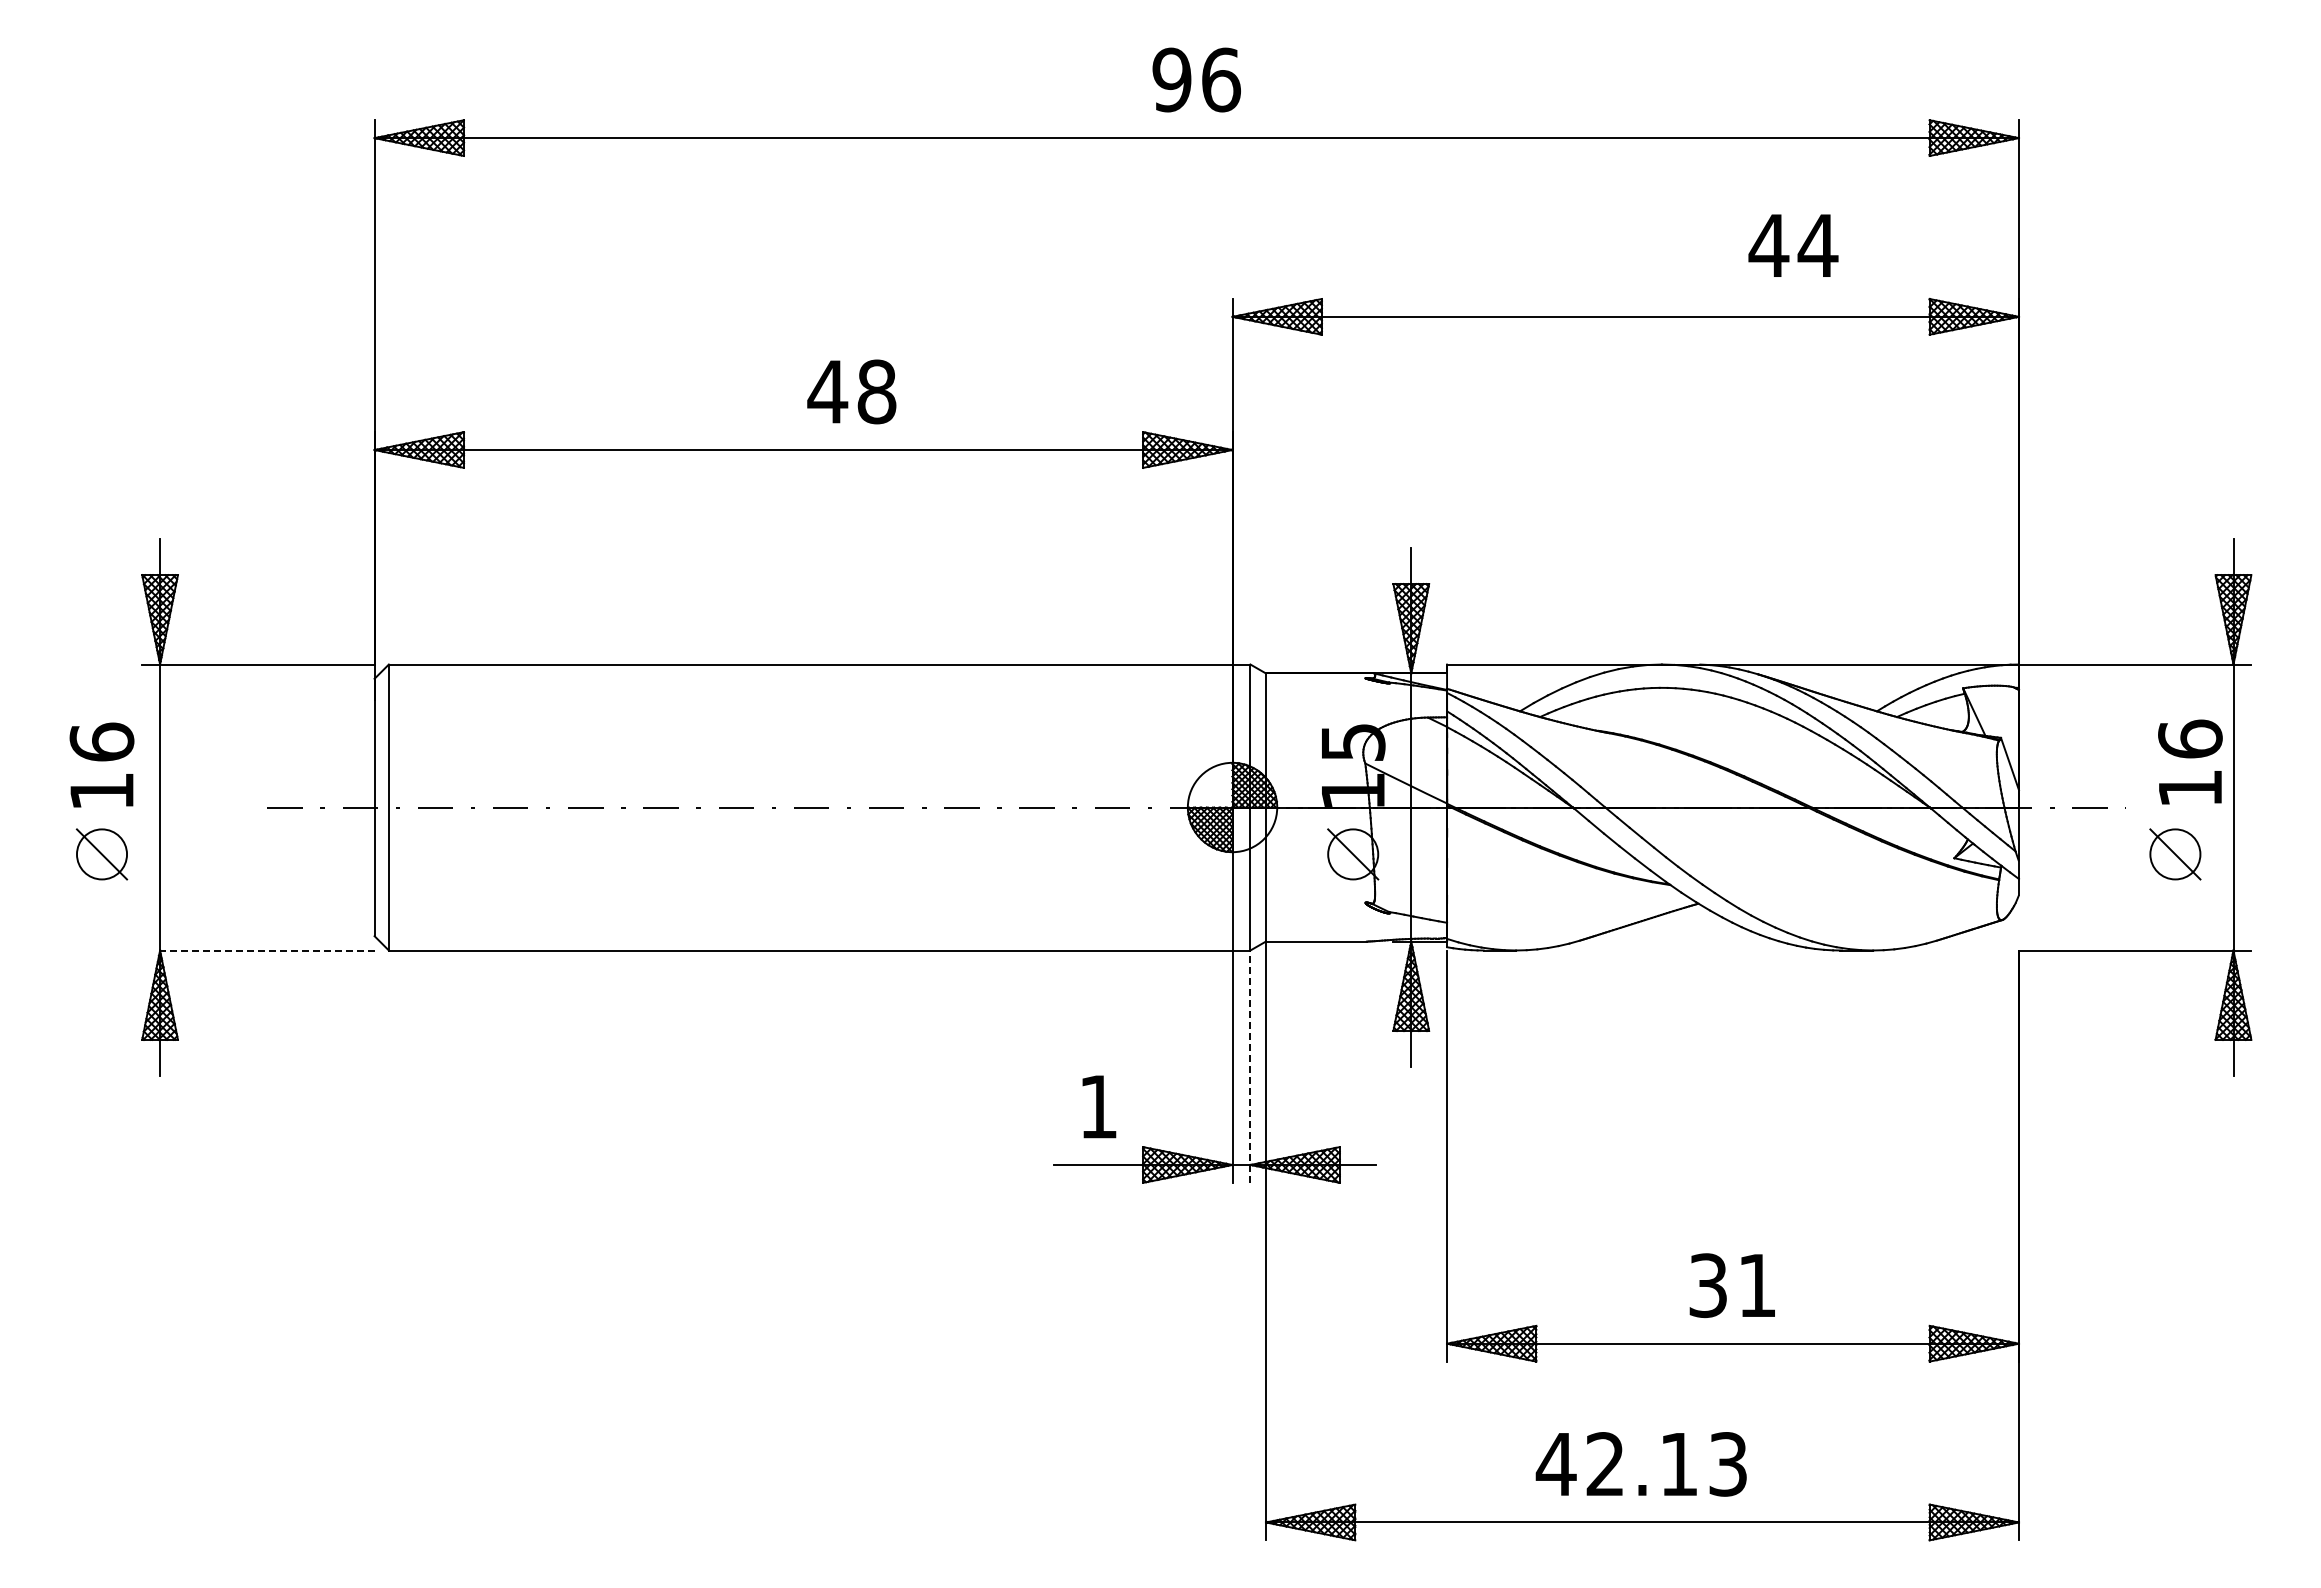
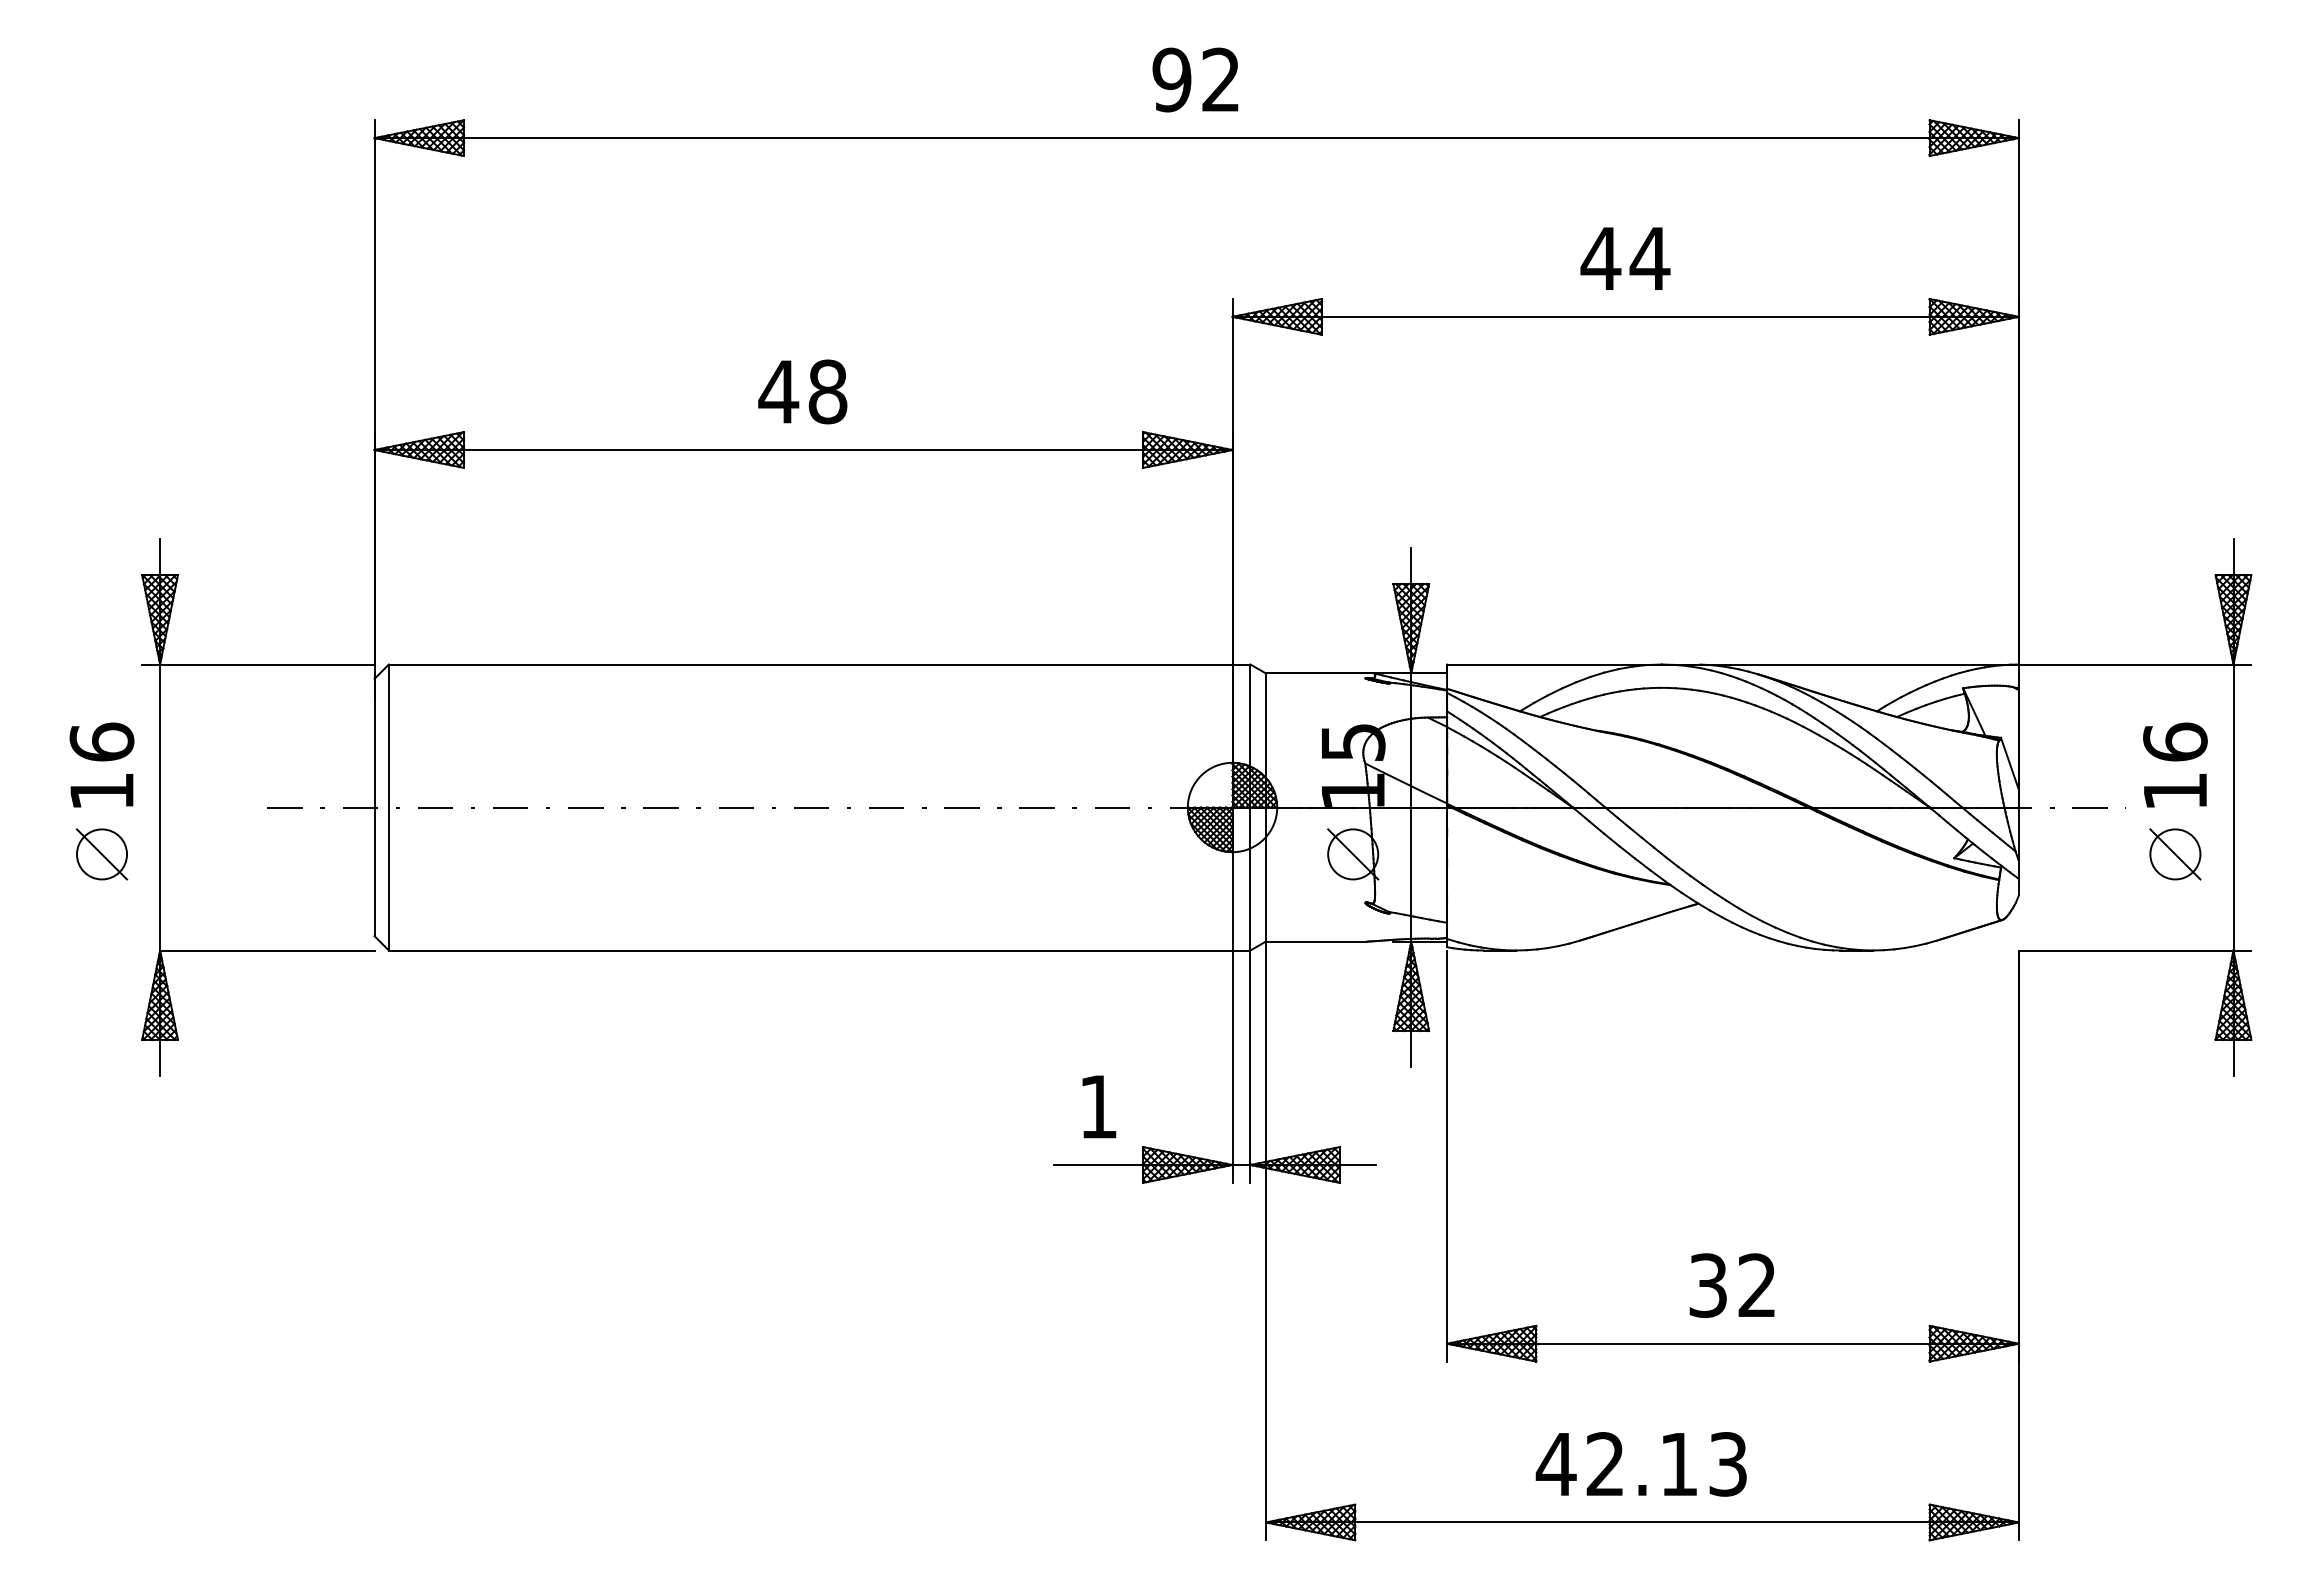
text at (1221, 79): 96 -> 92
text at (1793, 245) position: (1793, 245) -> (1625, 258)
text at (851, 391) position: (851, 391) -> (802, 391)
text at (2190, 761) position: (2190, 761) -> (2175, 764)
line at (266, 950): dashed -> solid
line at (1250, 1066): dashed -> solid
text at (1756, 1284): 31 -> 32
